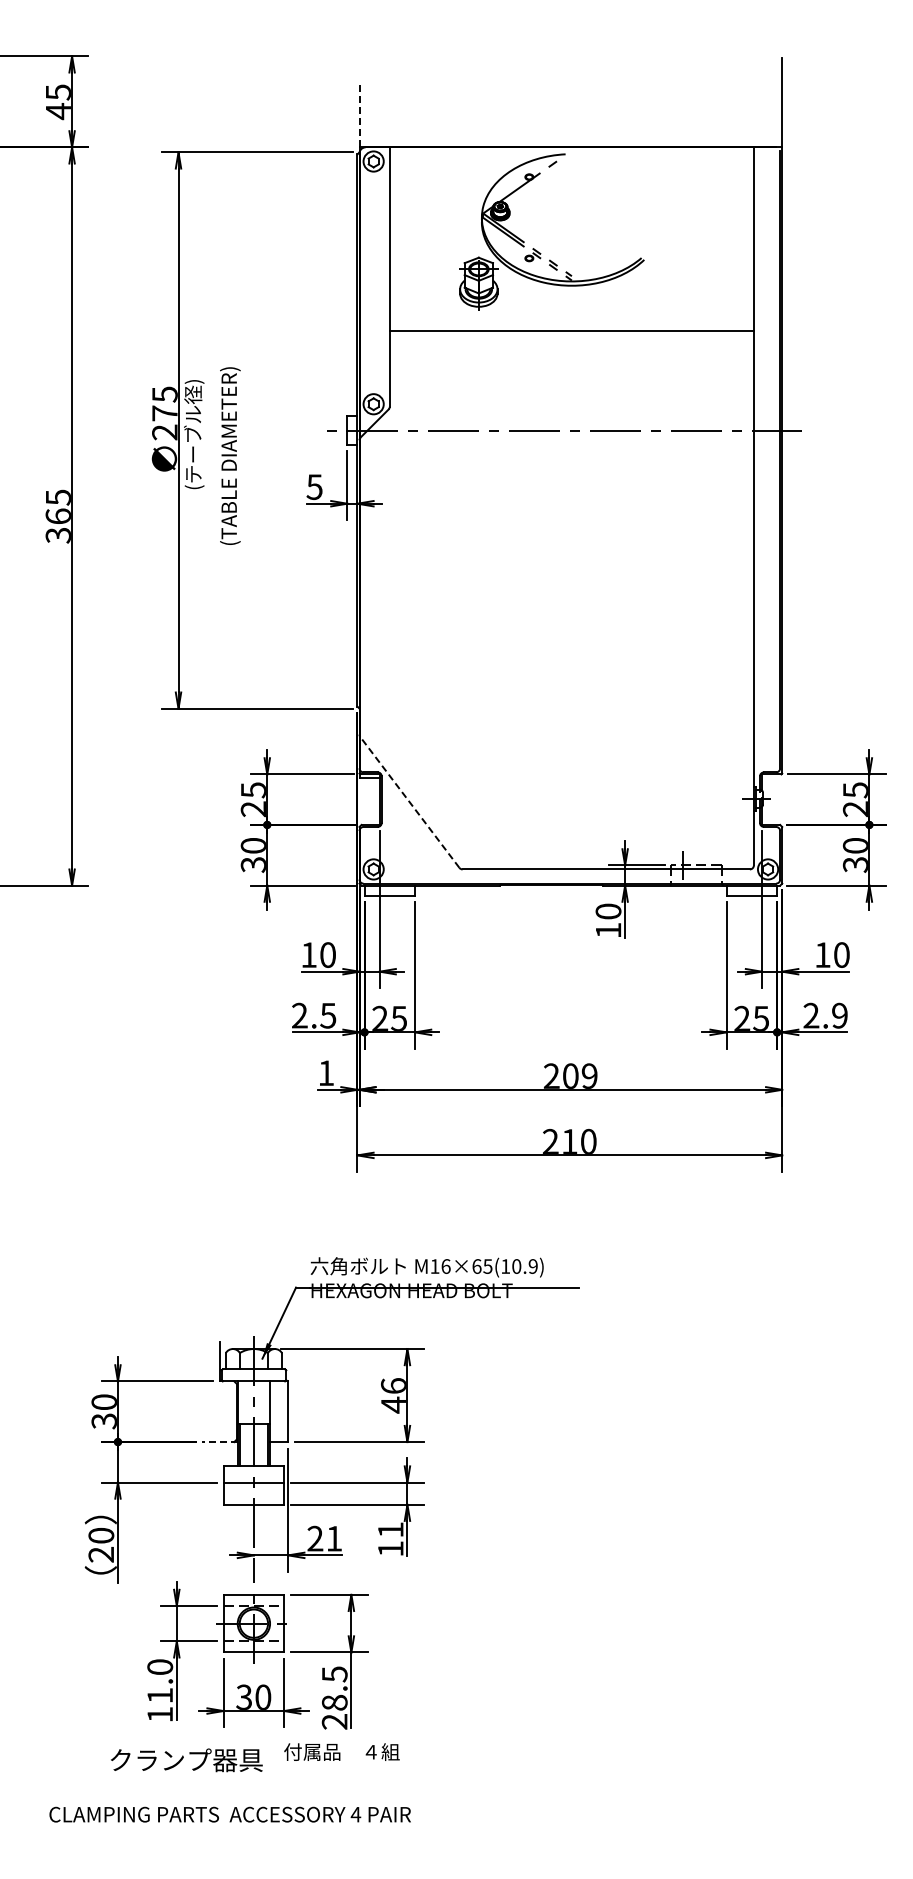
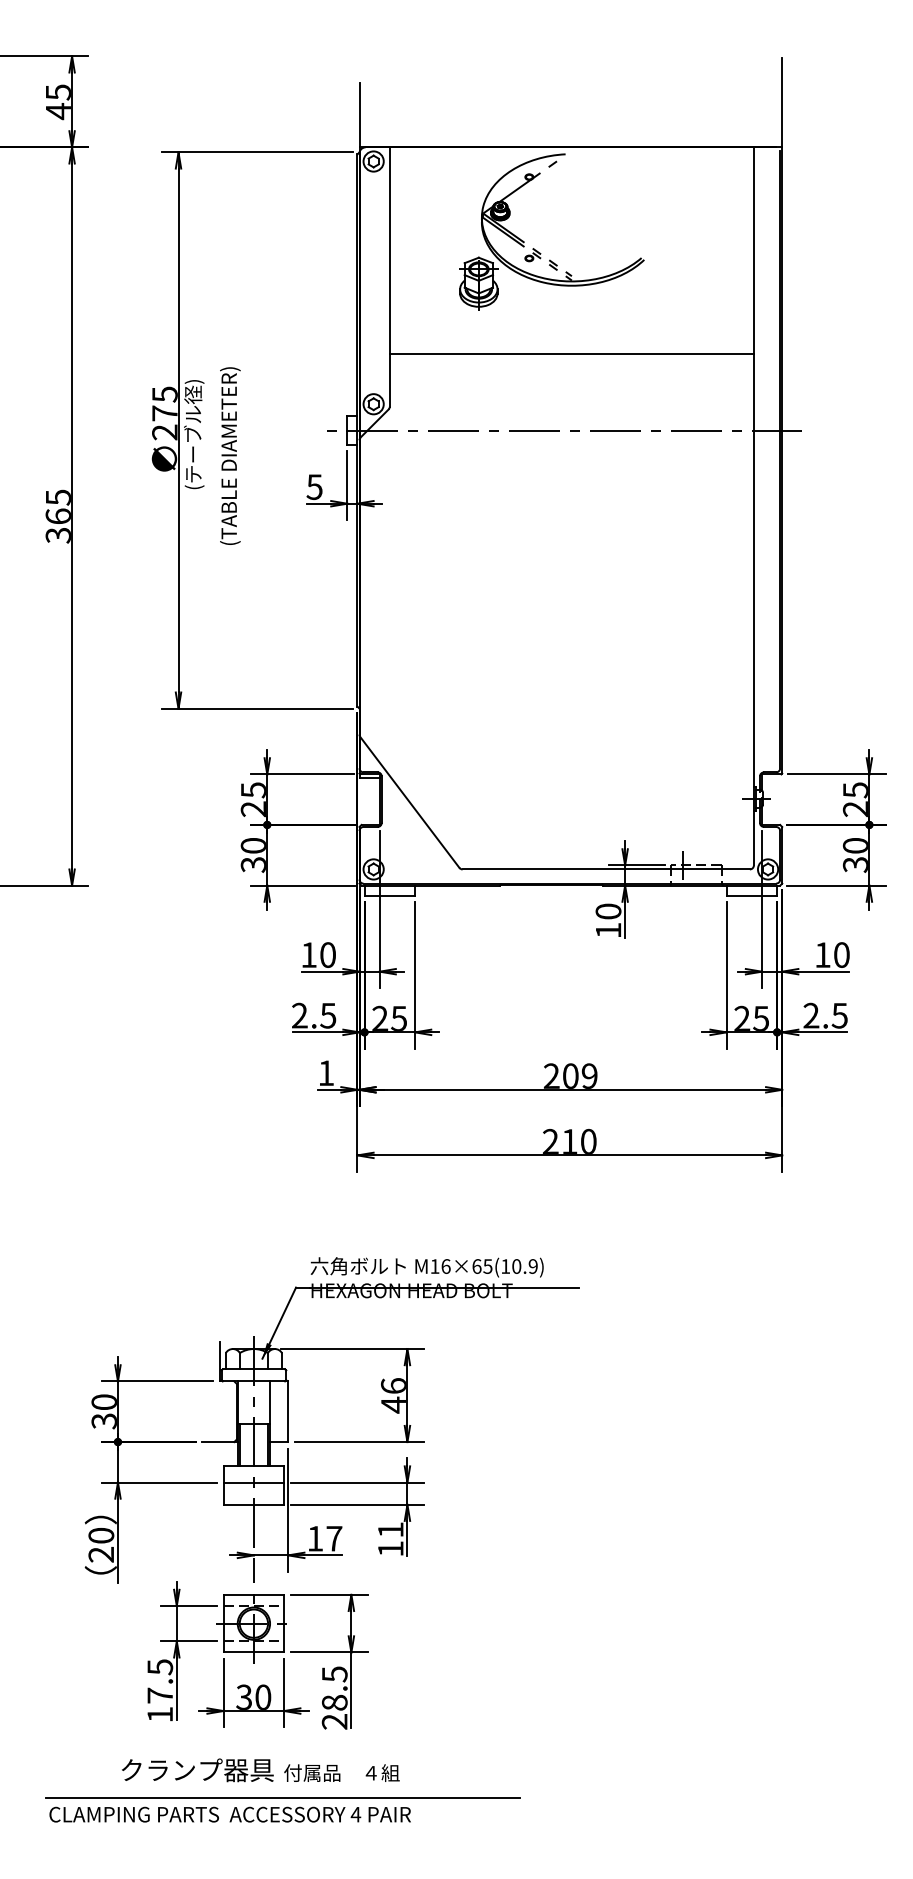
line at (359, 115): dashed -> solid
line at (571, 330) position: (571, 330) -> (571, 353)
line at (409, 802): dashed -> solid
text at (839, 1015): 2.9 -> 2.5
line at (219, 1442): dashed -> solid
text at (324, 1538): 21 -> 17
text at (160, 1681): 11.0 -> 17.5
text at (341, 1751) position: (341, 1751) -> (341, 1772)
text at (186, 1760) position: (186, 1760) -> (197, 1770)
line at (282, 1798): none -> present
